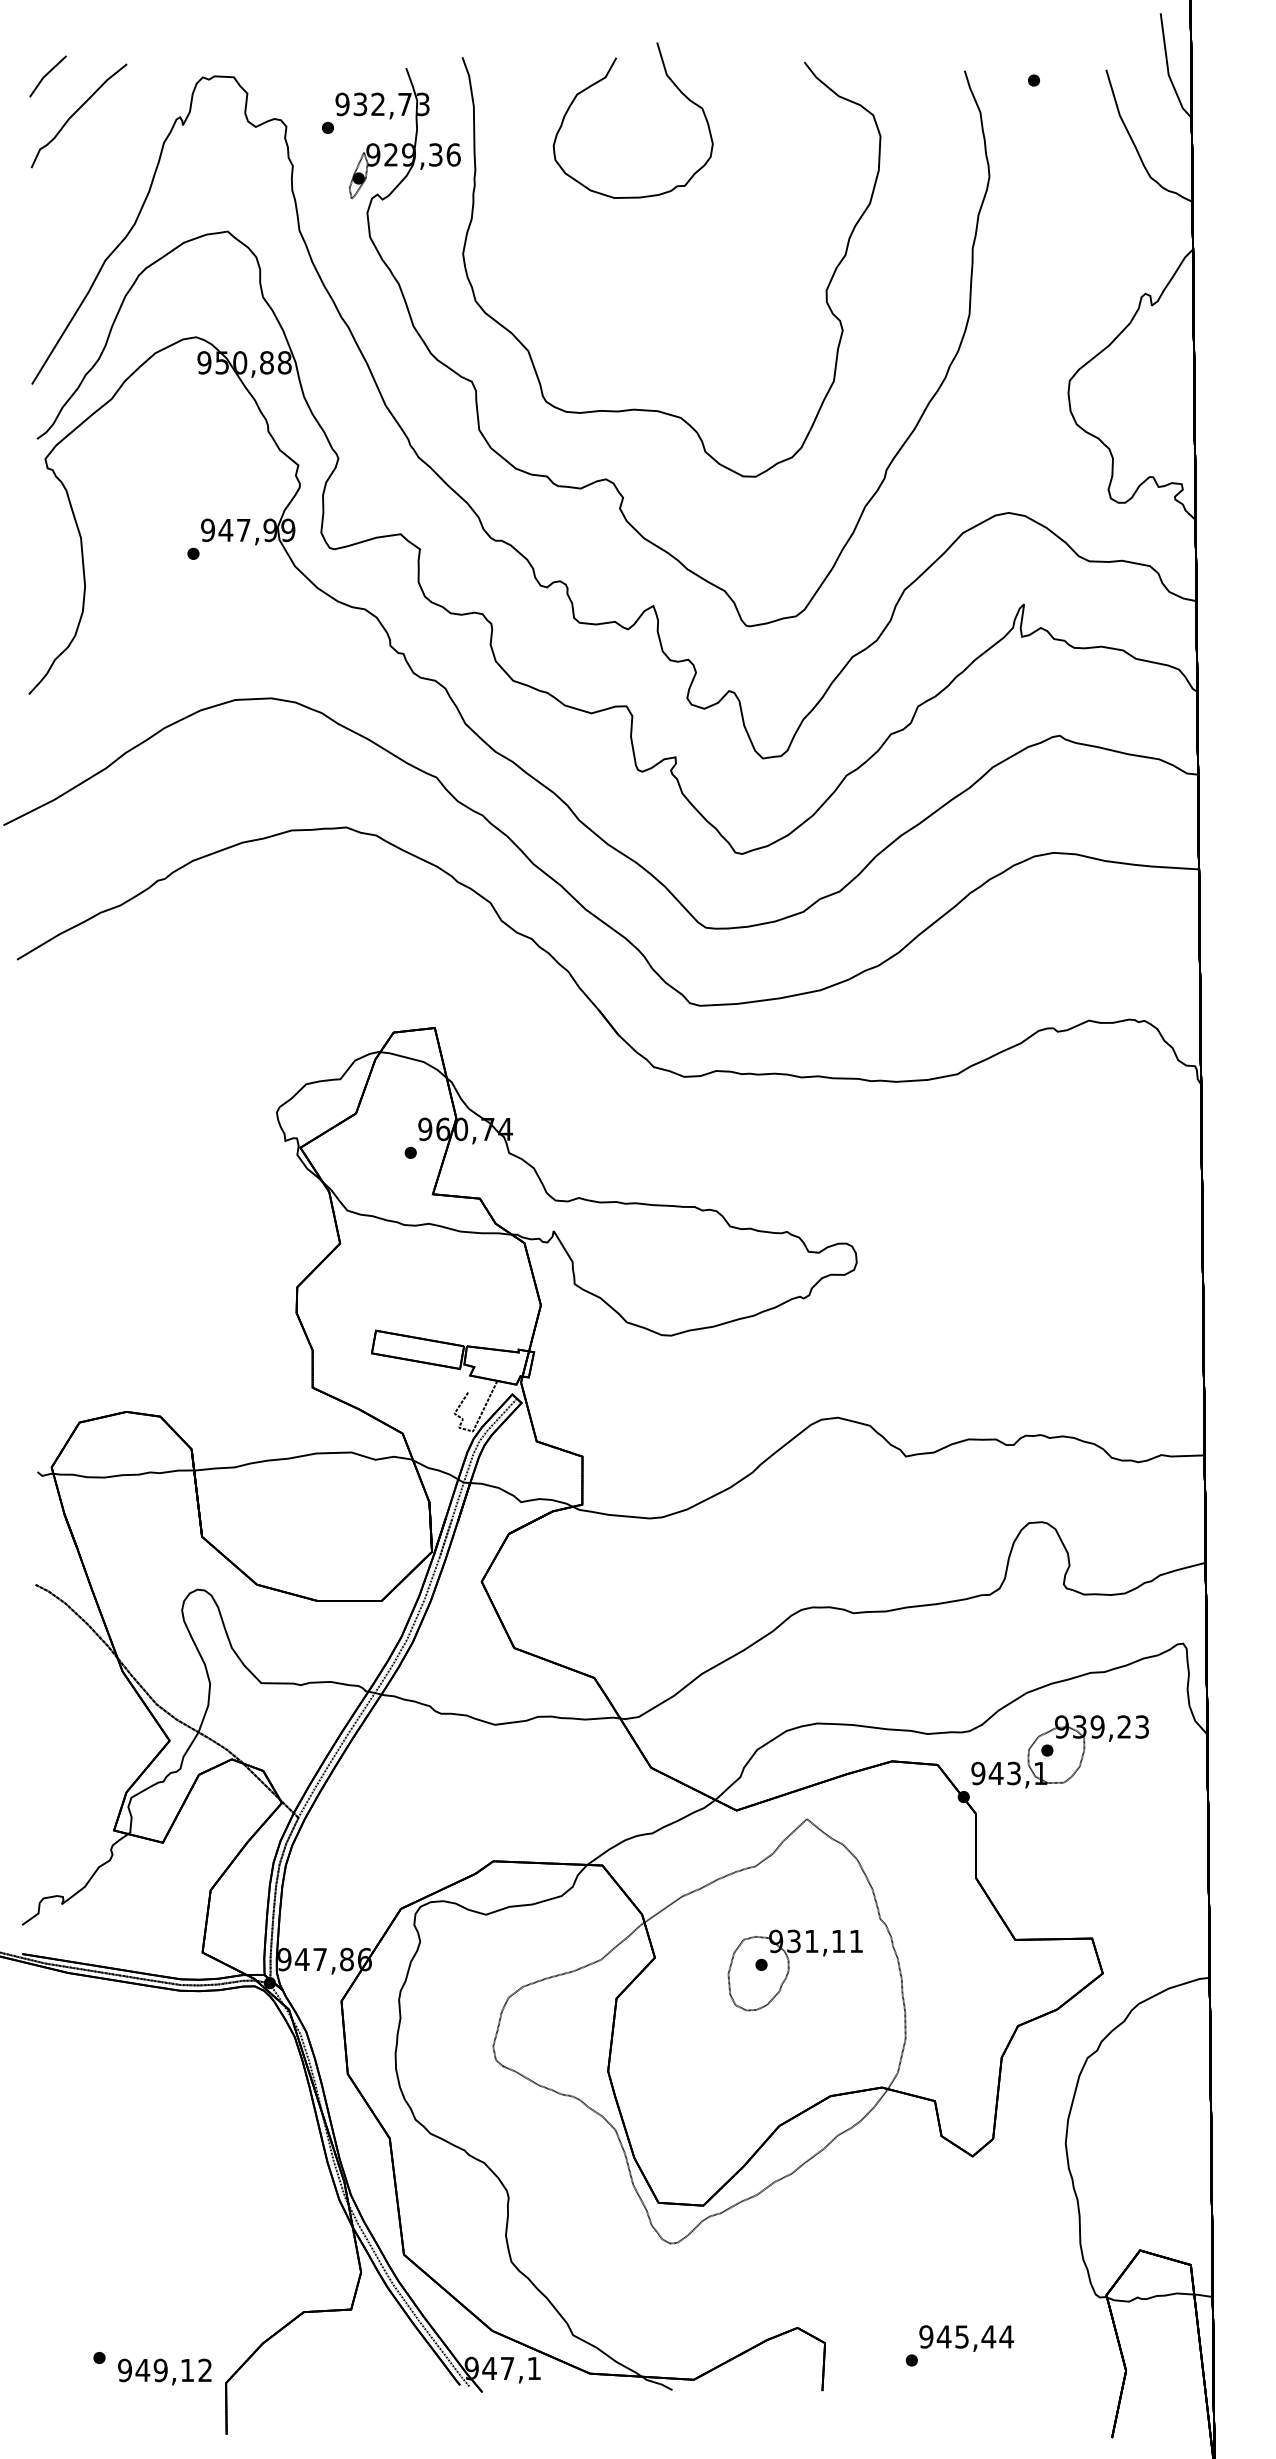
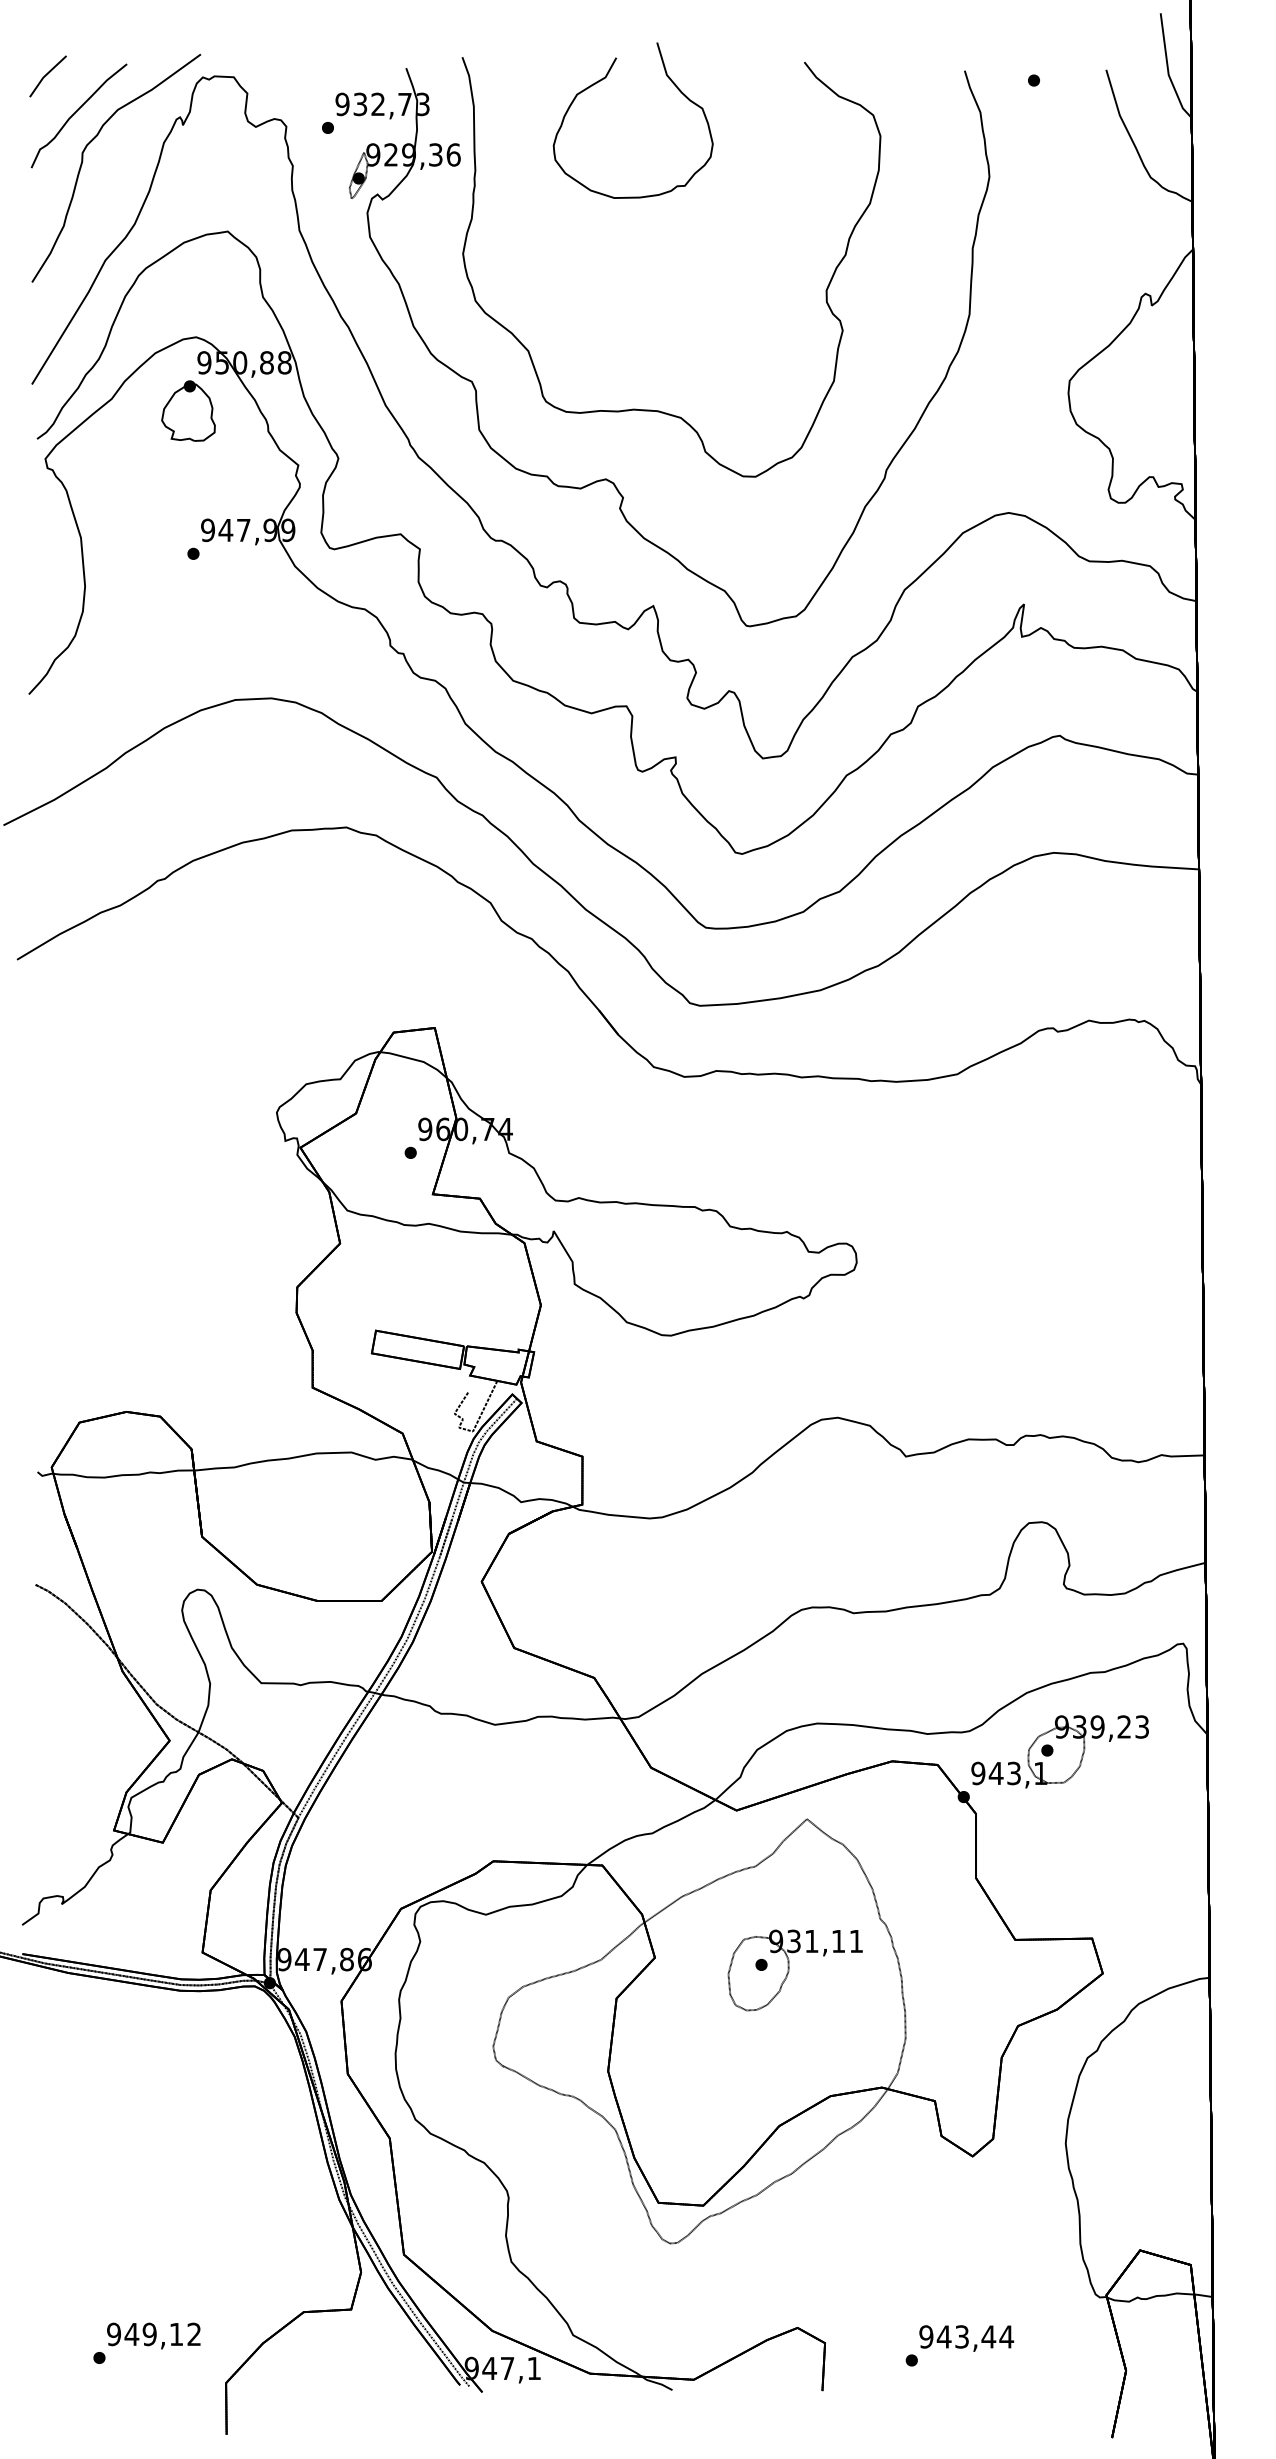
curve at (83, 161): none -> present
part at (188, 410): none -> present
text at (962, 2336): 945,44 -> 943,44
text at (164, 2371) position: (164, 2371) -> (153, 2335)
